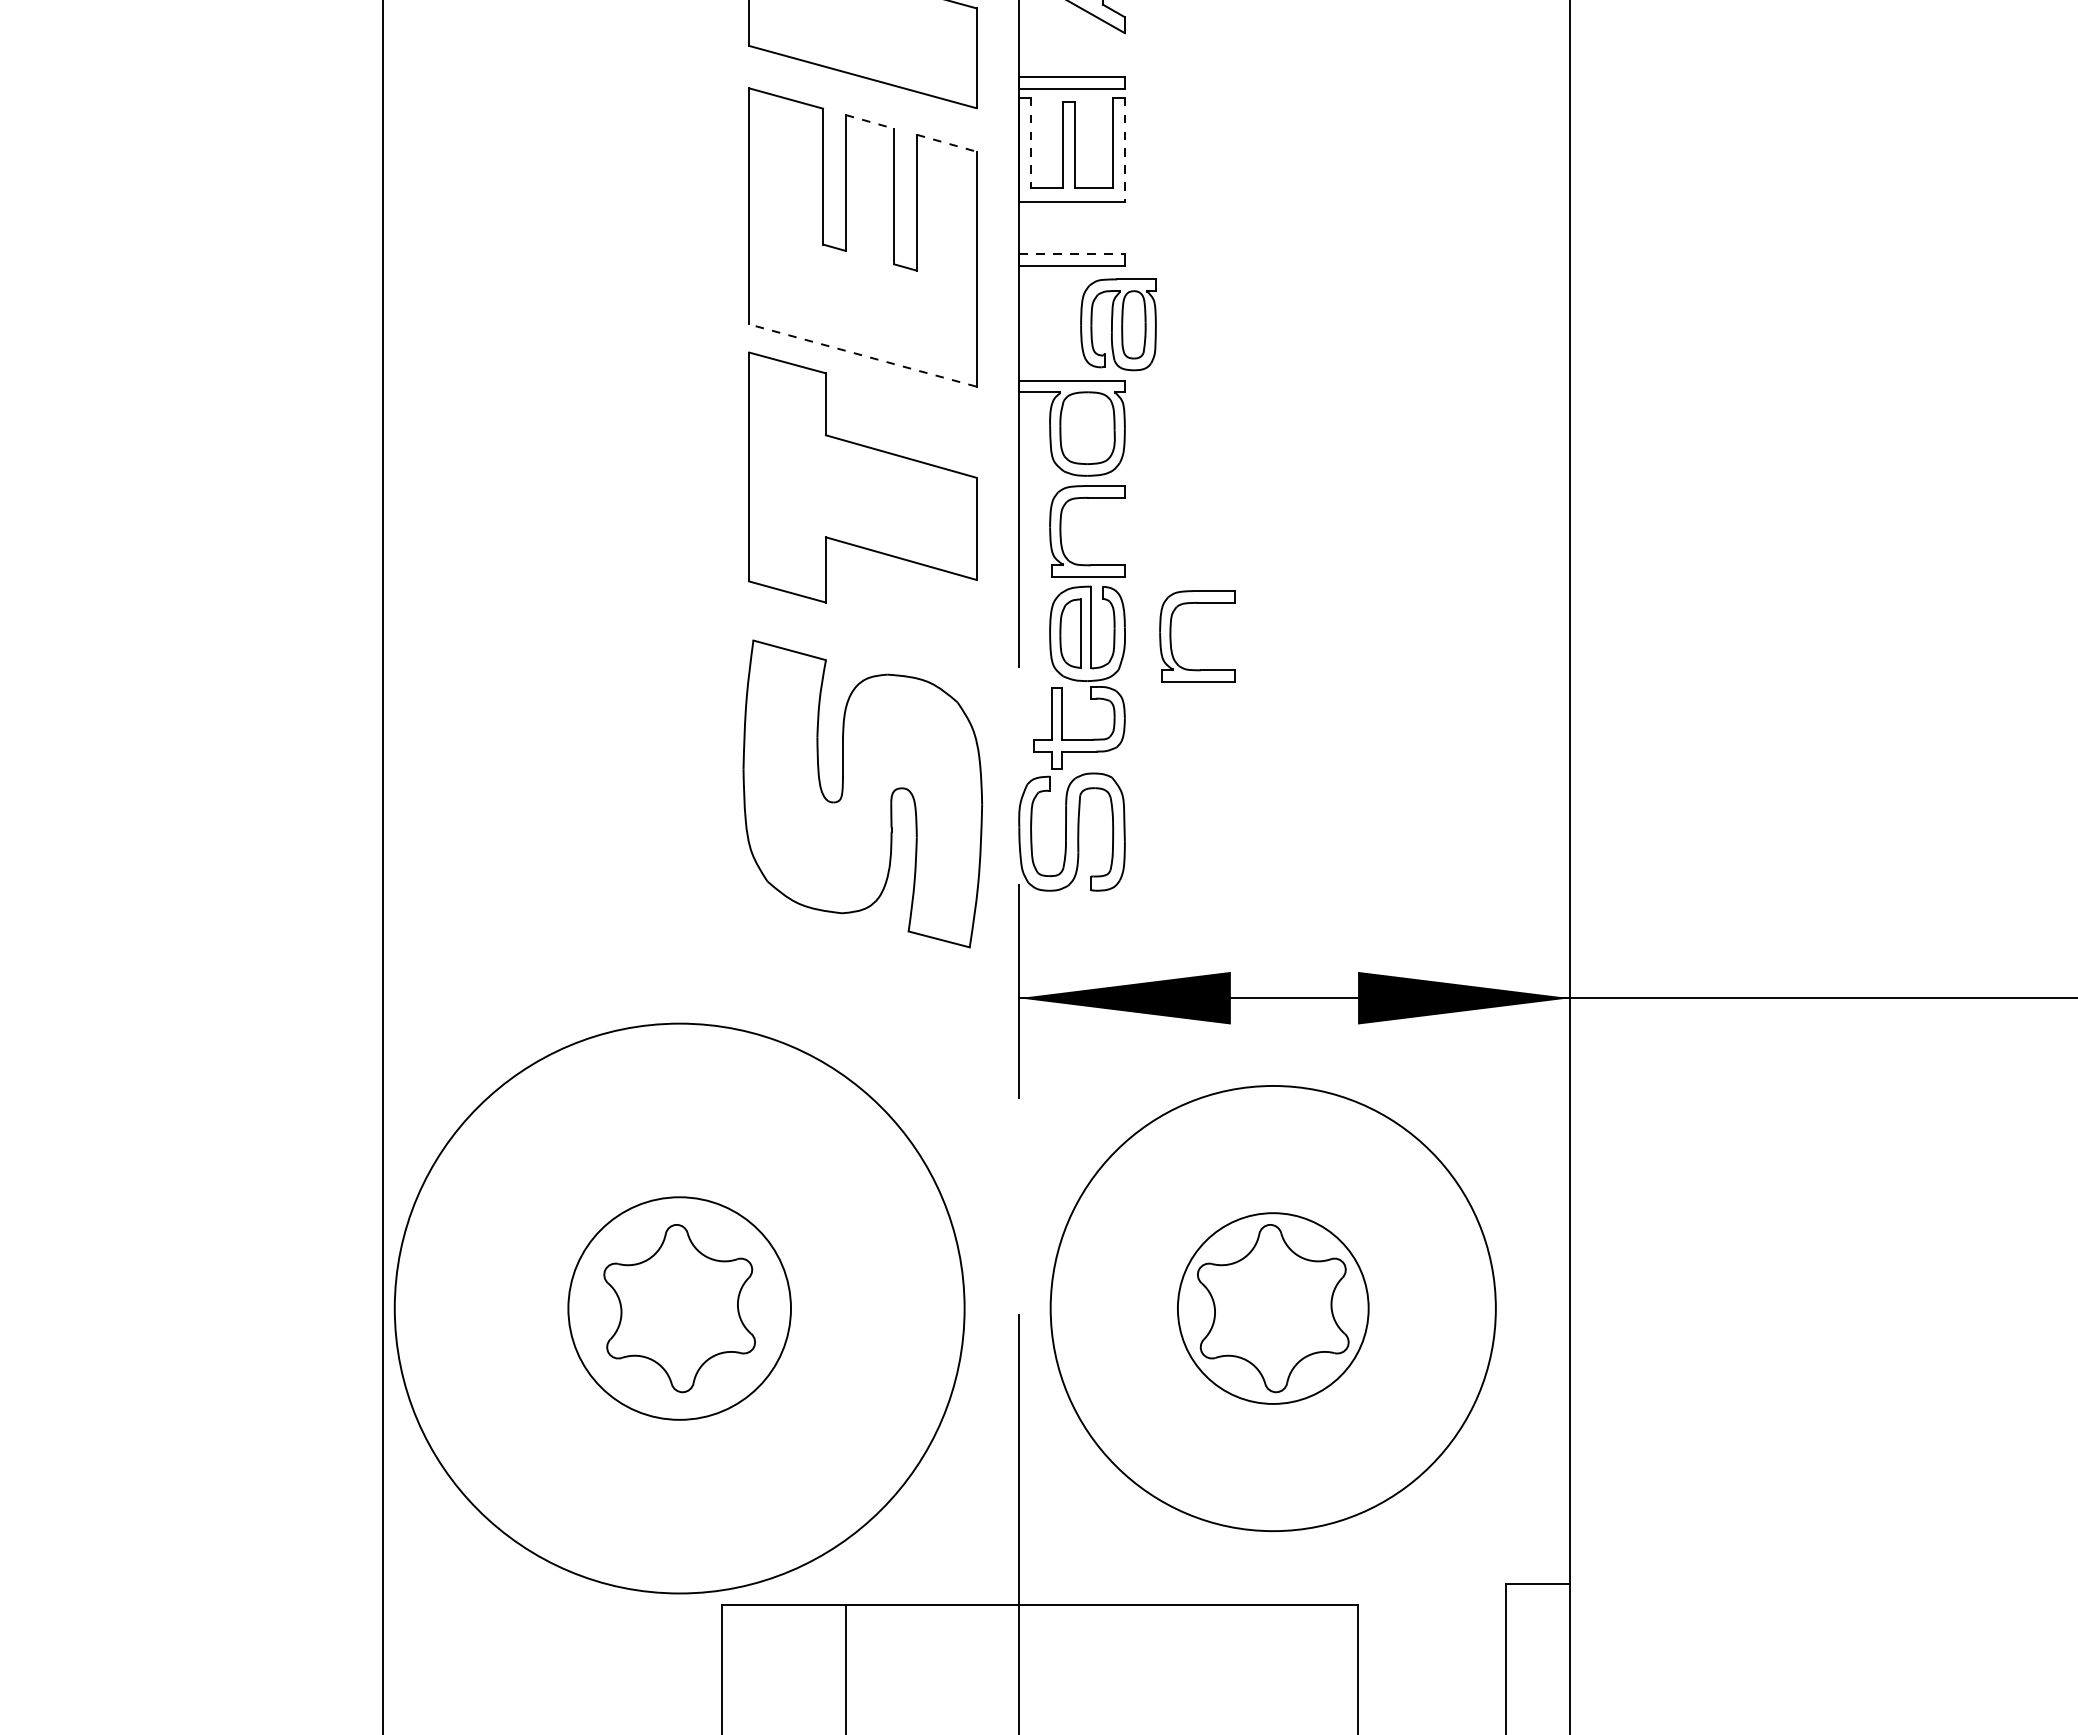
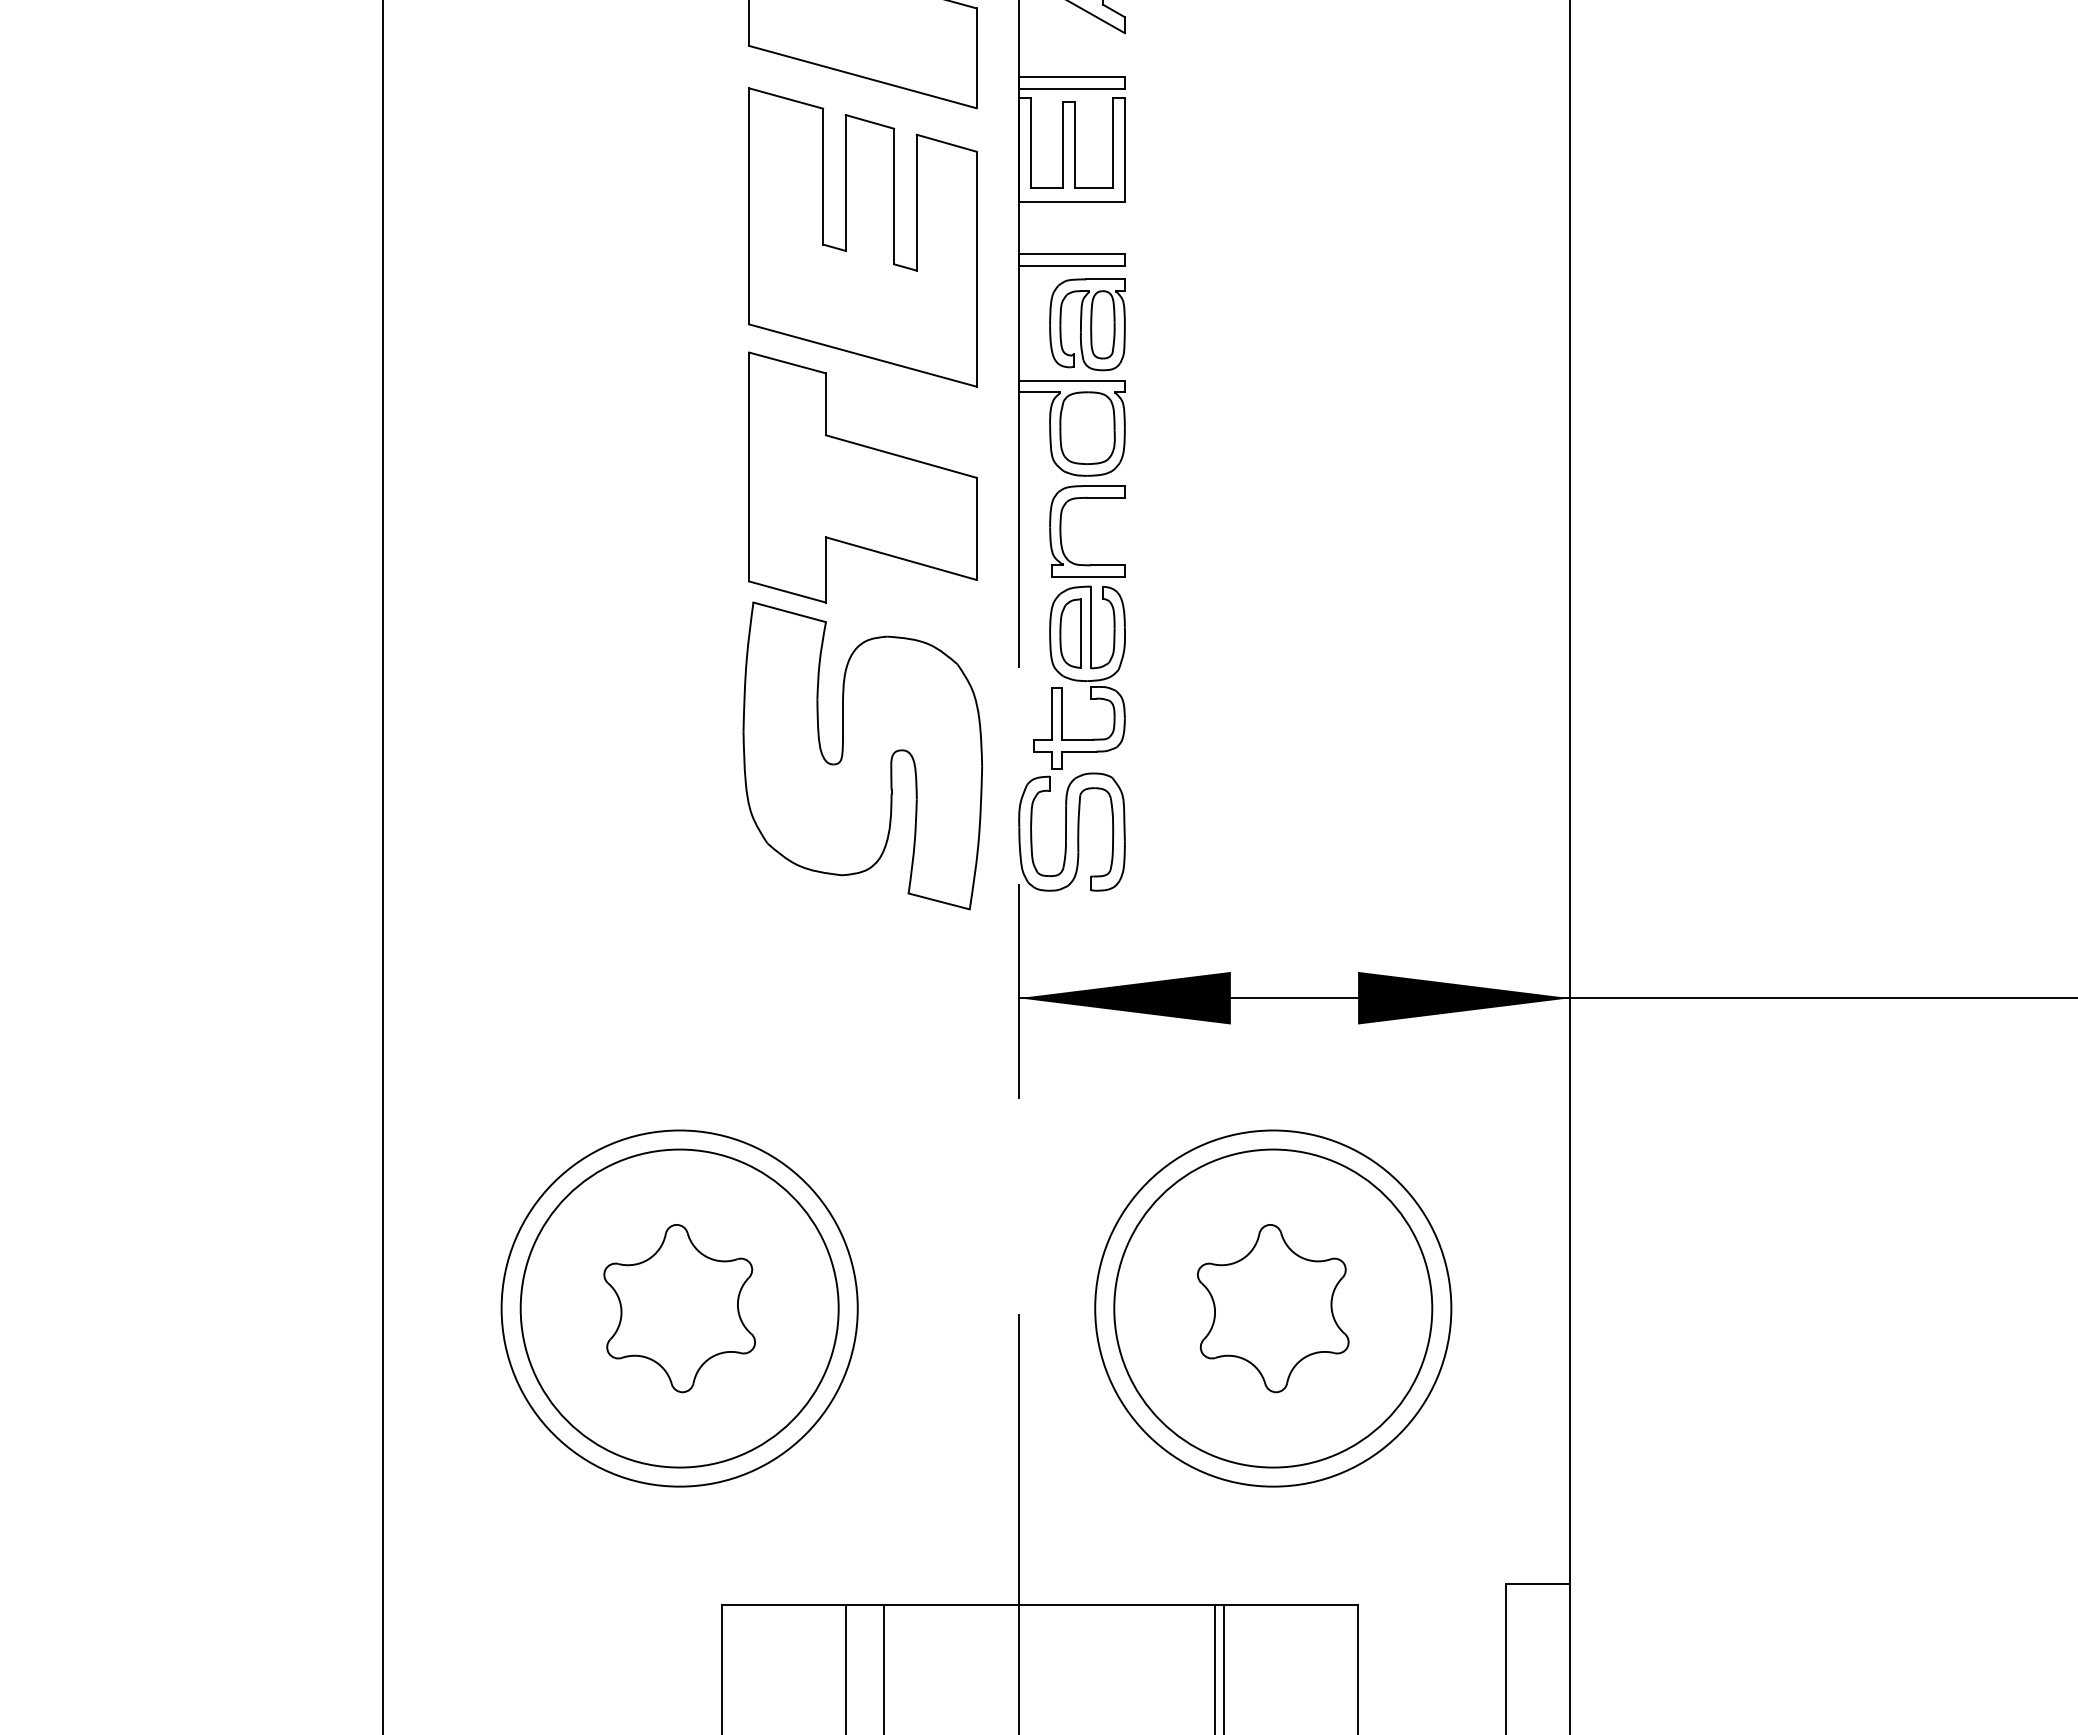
line at (870, 122): dashed -> solid
line at (947, 143): dashed -> solid
line at (1031, 143): dashed -> solid
line at (1124, 150): dashed -> solid
line at (1072, 254): dashed -> solid
part at (1118, 324) position: (1118, 324) -> (1087, 324)
line at (862, 355): dashed -> solid
part at (1171, 636): present -> none
part at (862, 793) position: (862, 793) -> (862, 755)
circle at (679, 1308) diameter: 223 px -> 318 px
circle at (679, 1308) diameter: 570 px -> 356 px
circle at (1272, 1308) diameter: 191 px -> 318 px
circle at (1272, 1308) diameter: 445 px -> 356 px
line at (884, 1668): none -> present
line at (1214, 1668): none -> present
line at (1223, 1668): none -> present
